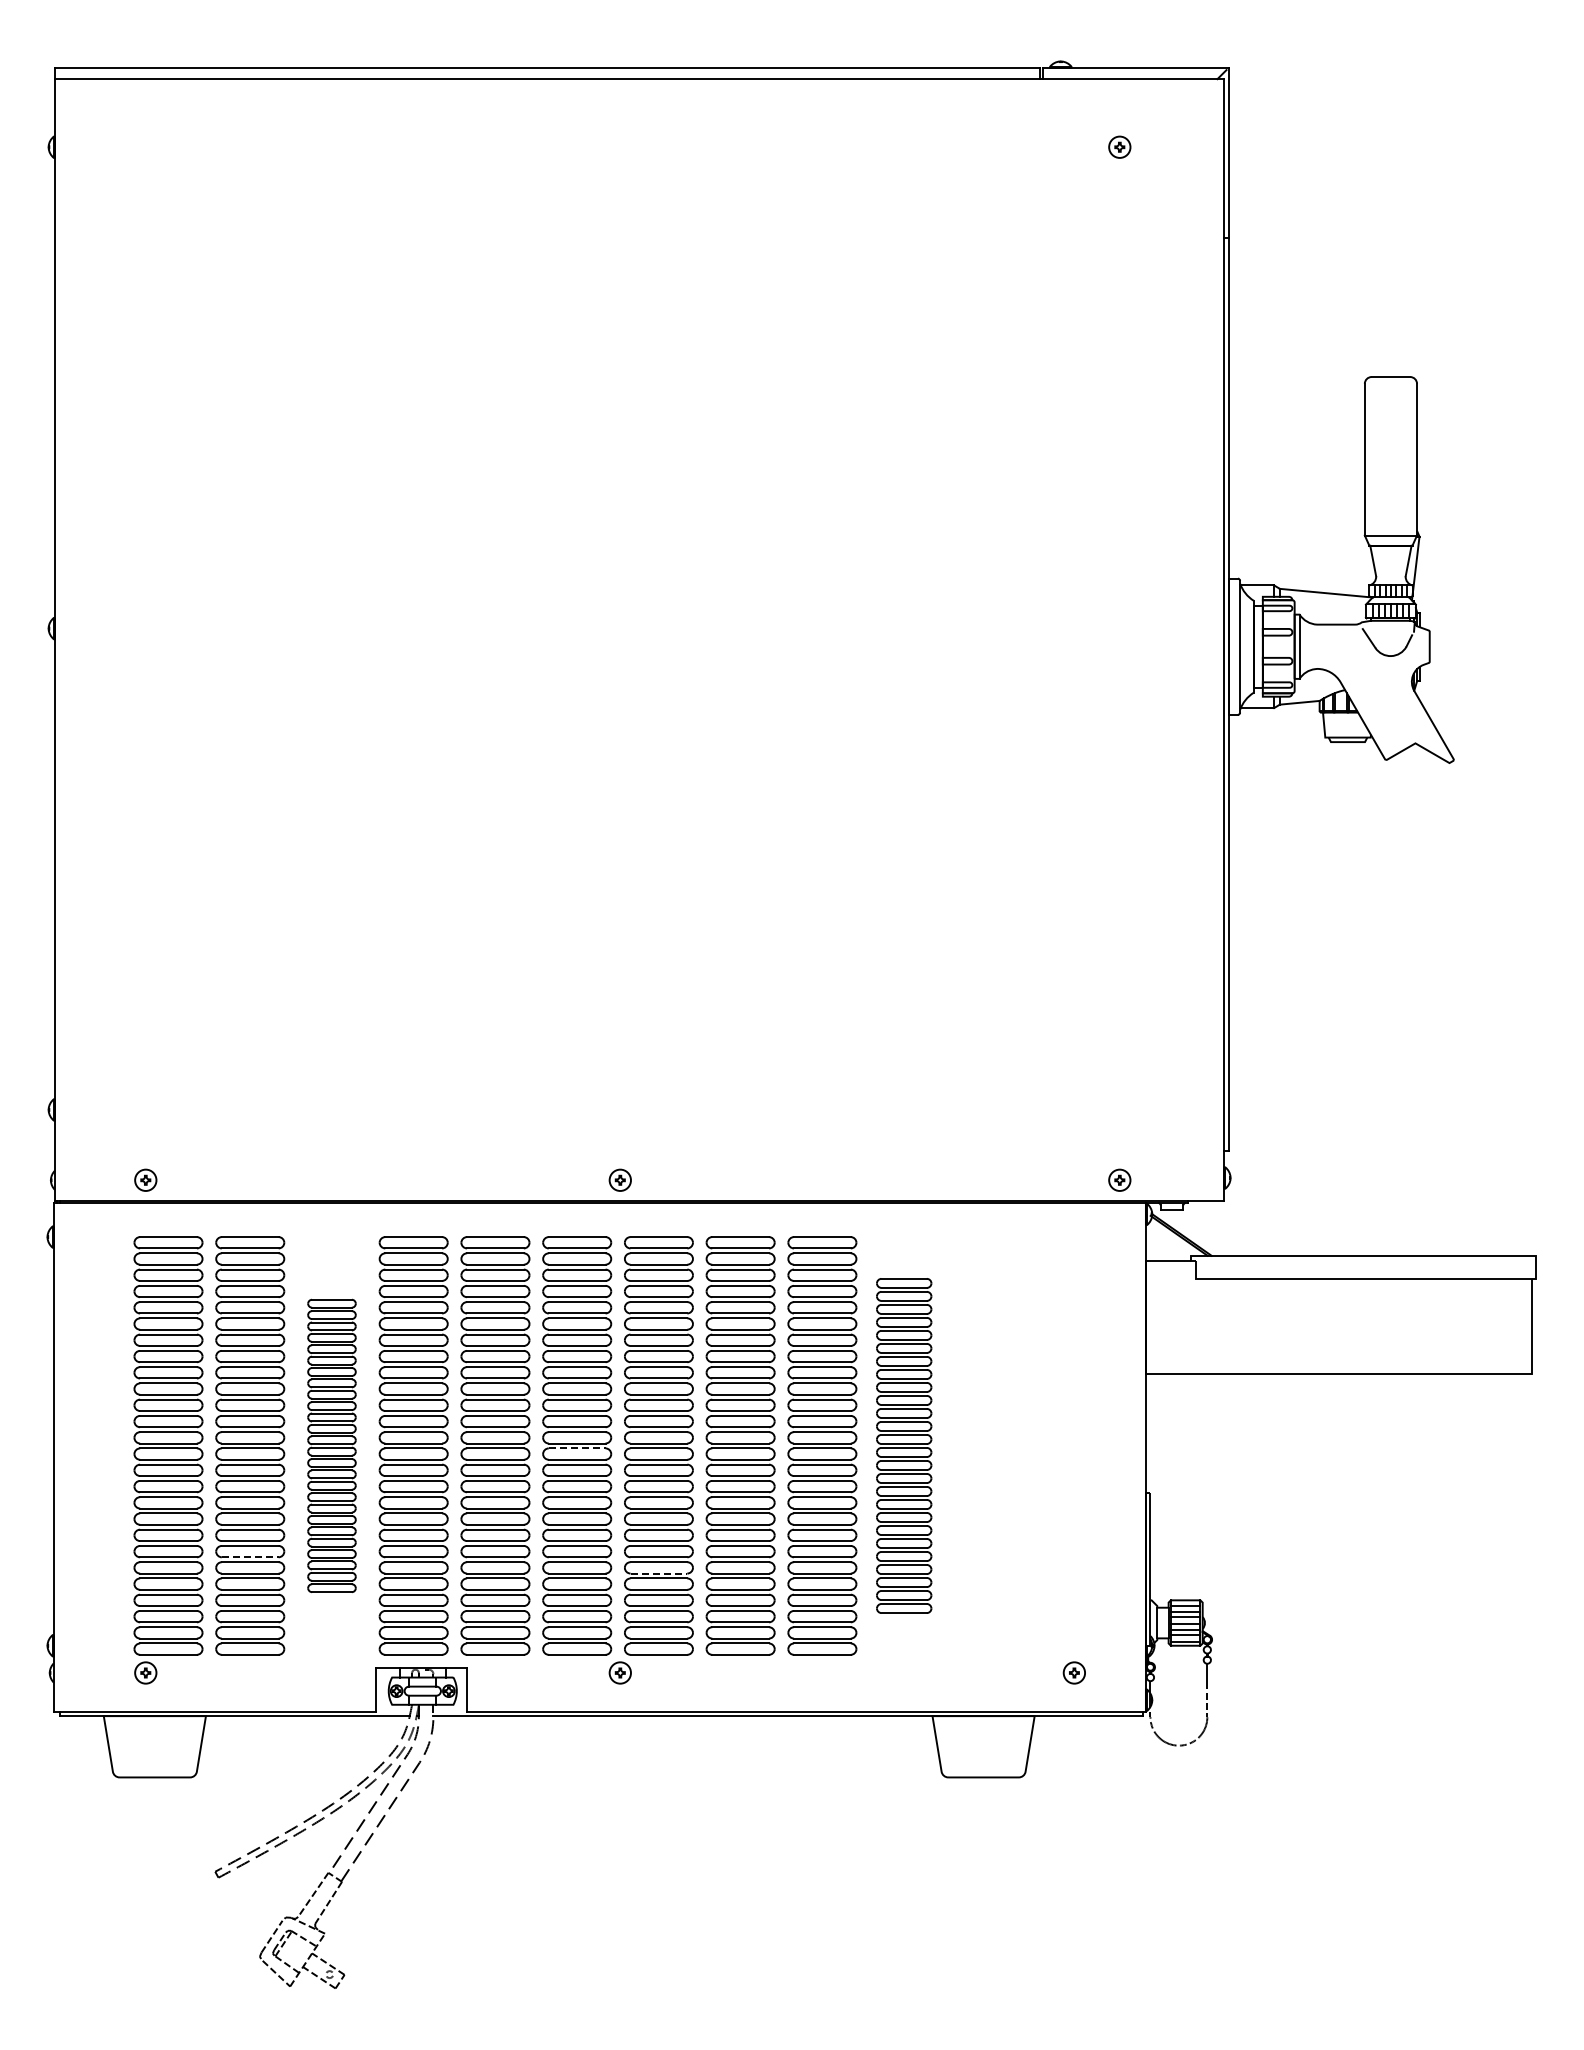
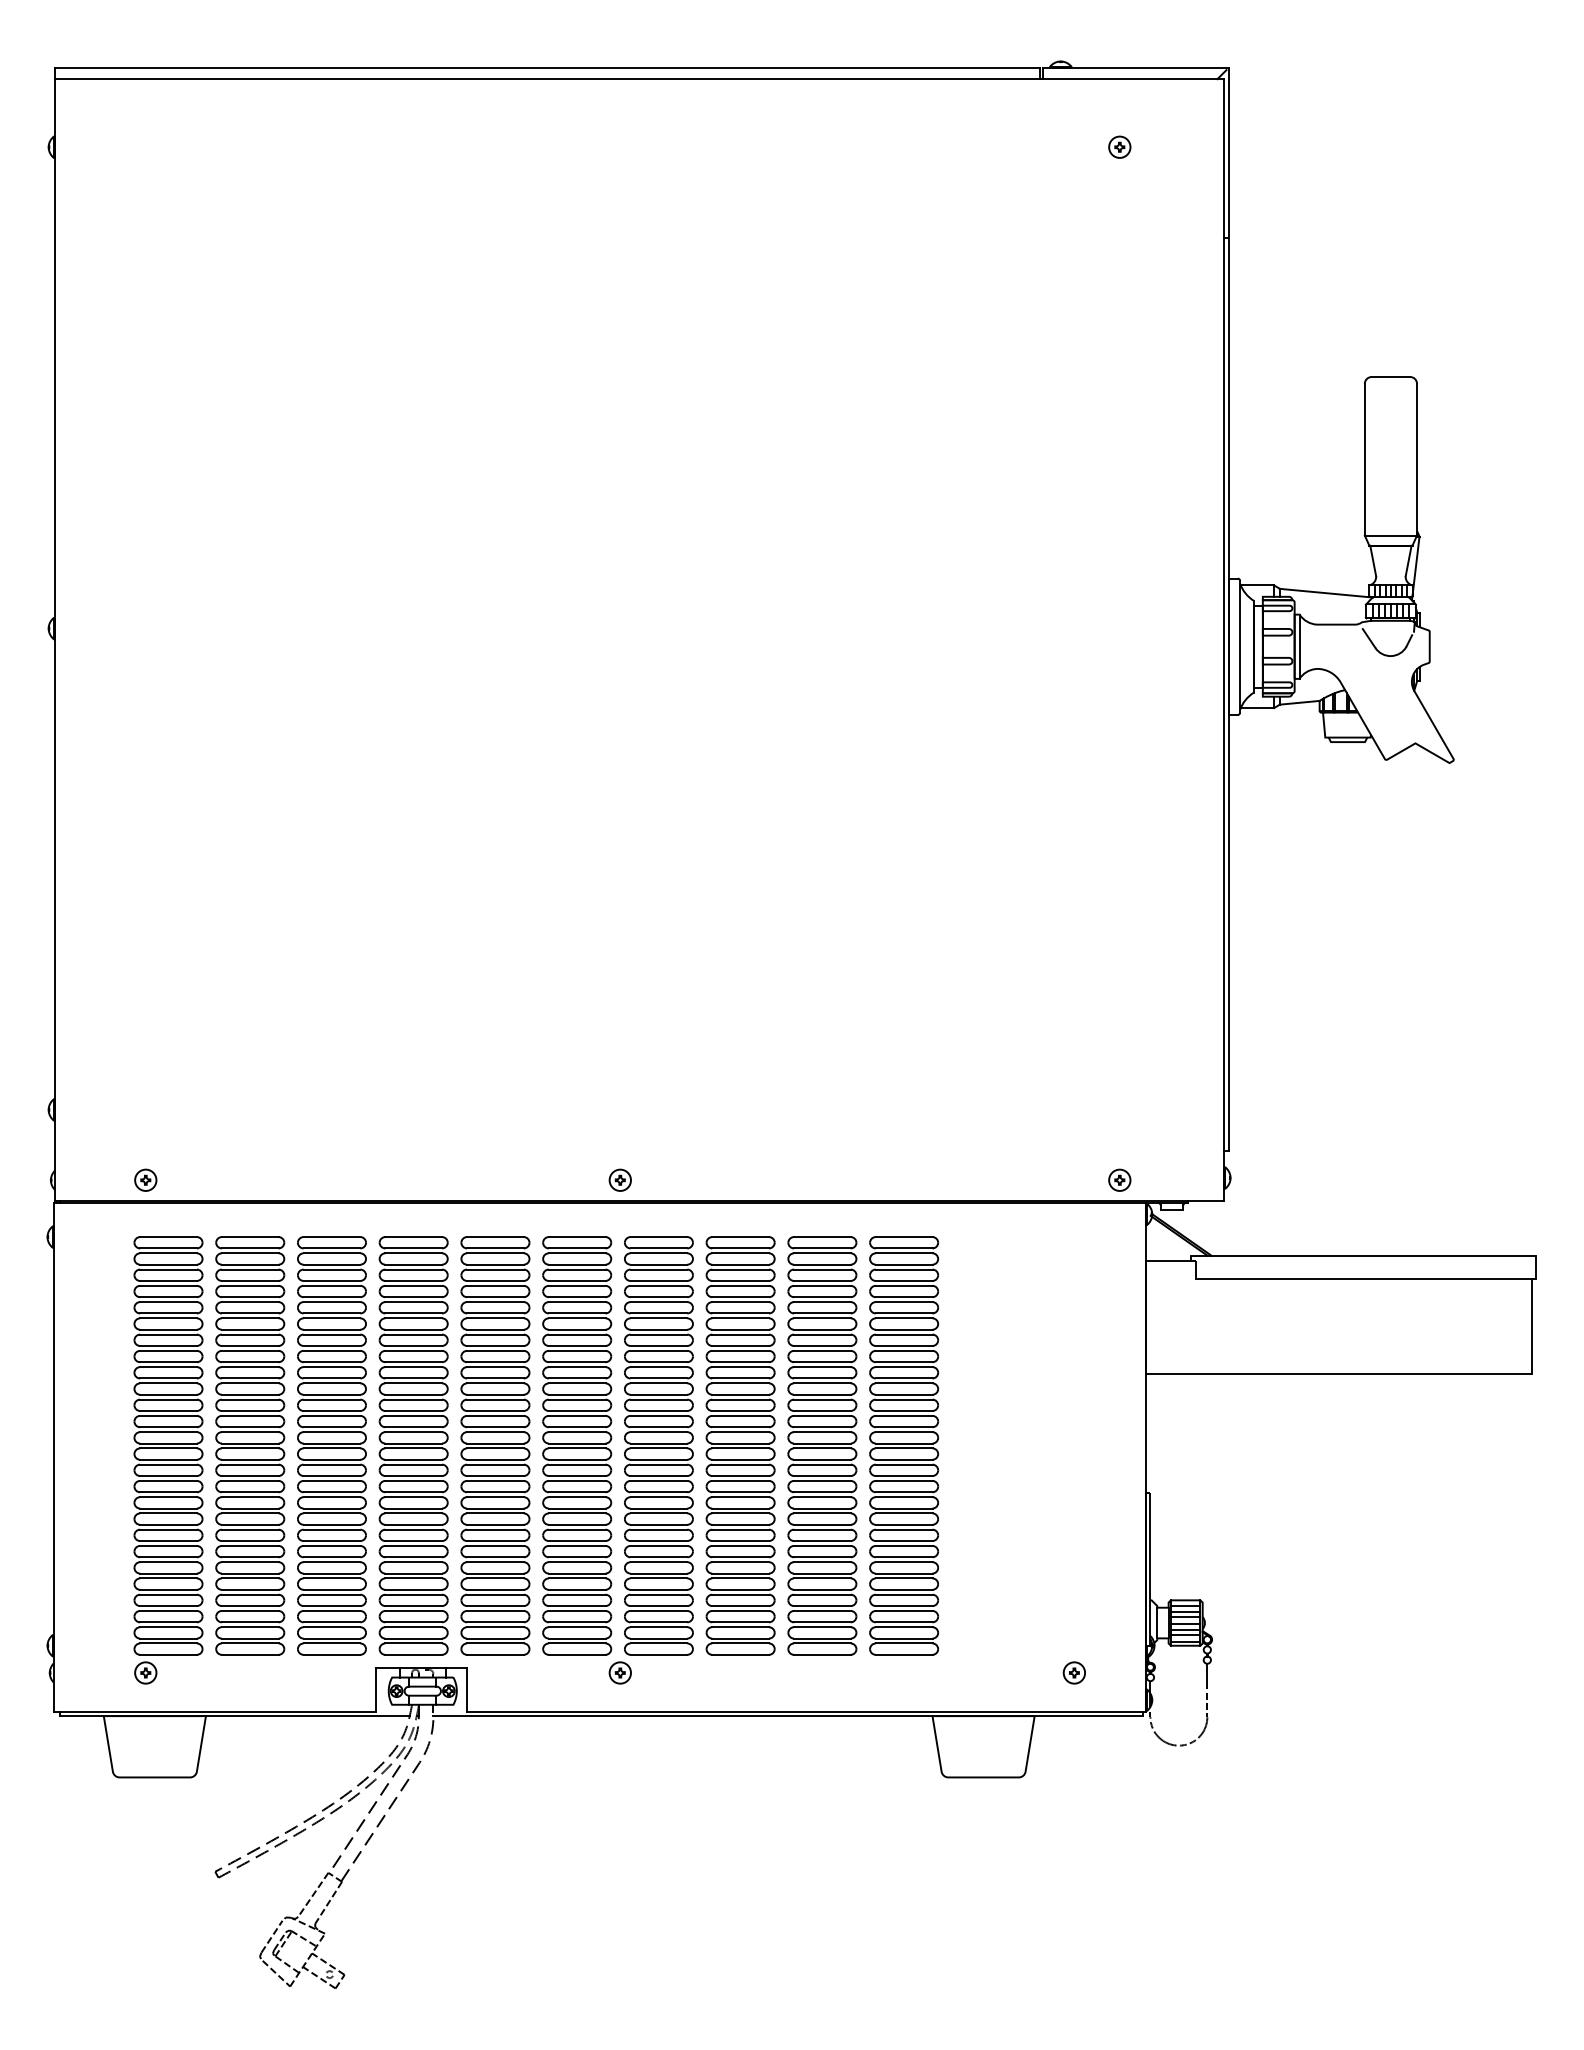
part at (331, 1445) size: 50x295 px -> 70x420 px
part at (904, 1445) size: 57x336 px -> 71x420 px
line at (577, 1448): dashed -> solid
line at (250, 1557): dashed -> solid
line at (659, 1573): dashed -> solid
